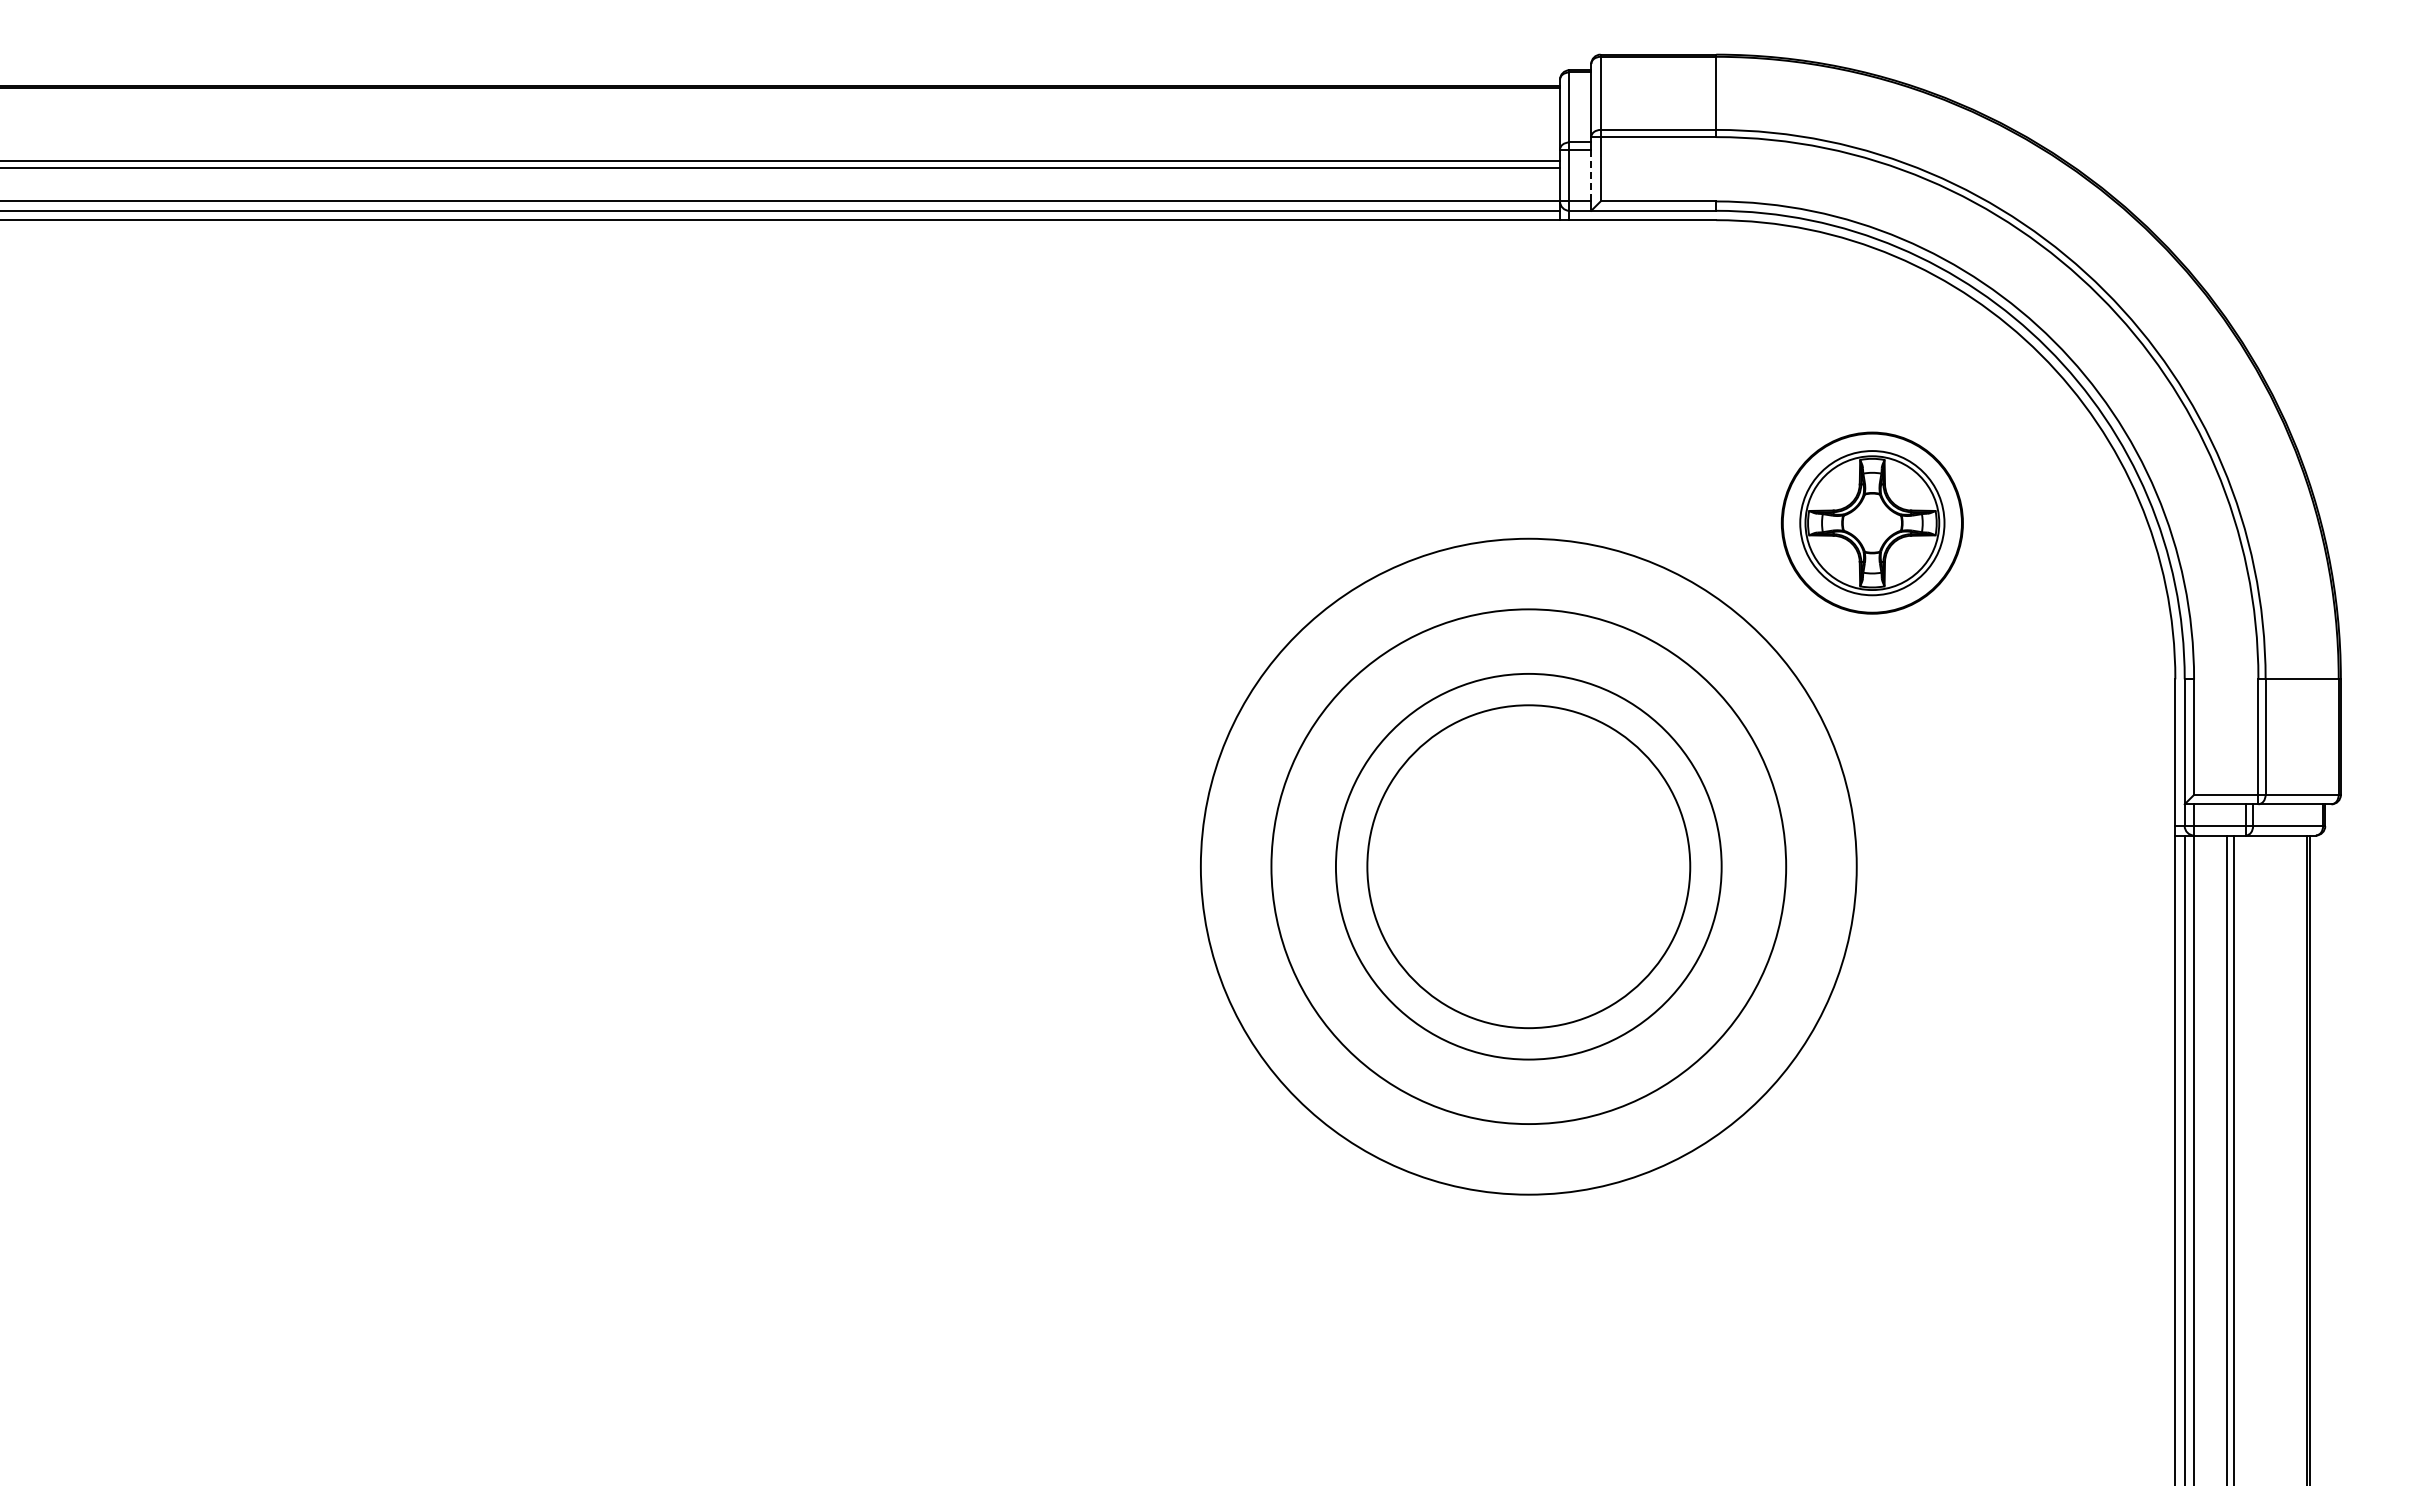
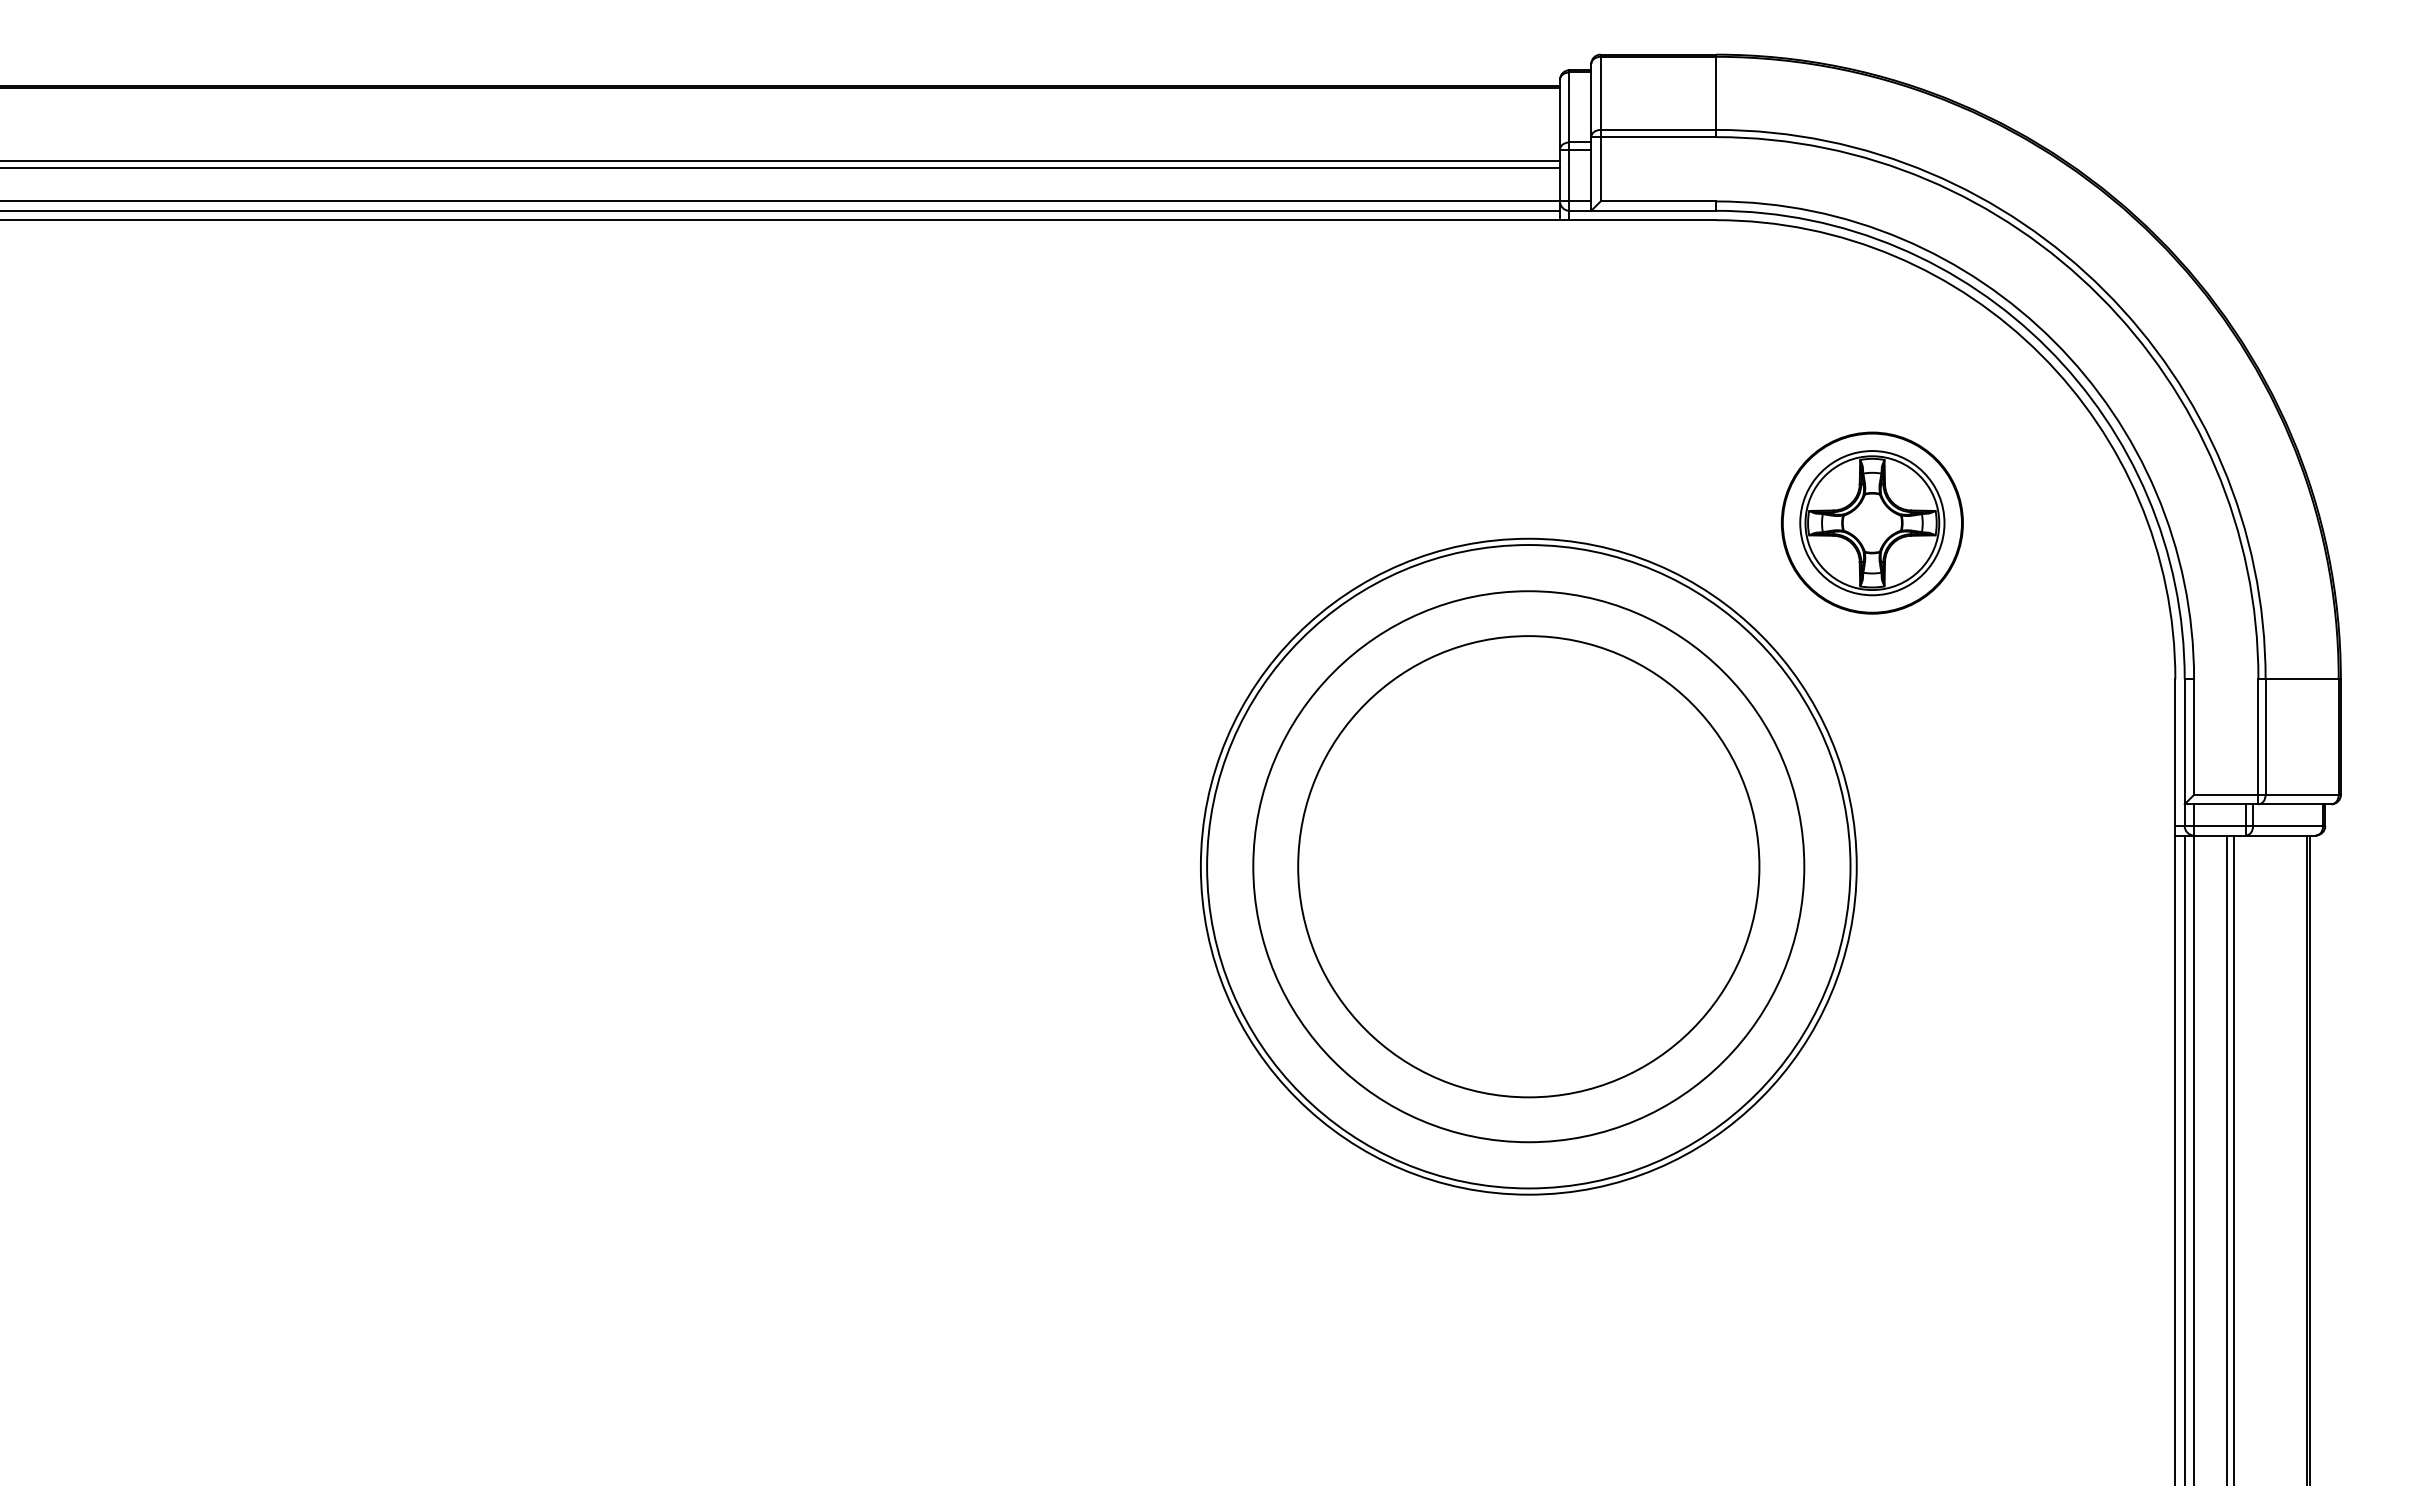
line at (1591, 175): dashed -> solid
circle at (1528, 866) diameter: 323 px -> 461 px
circle at (1528, 866) diameter: 386 px -> 551 px
circle at (1528, 866) diameter: 515 px -> 643 px
